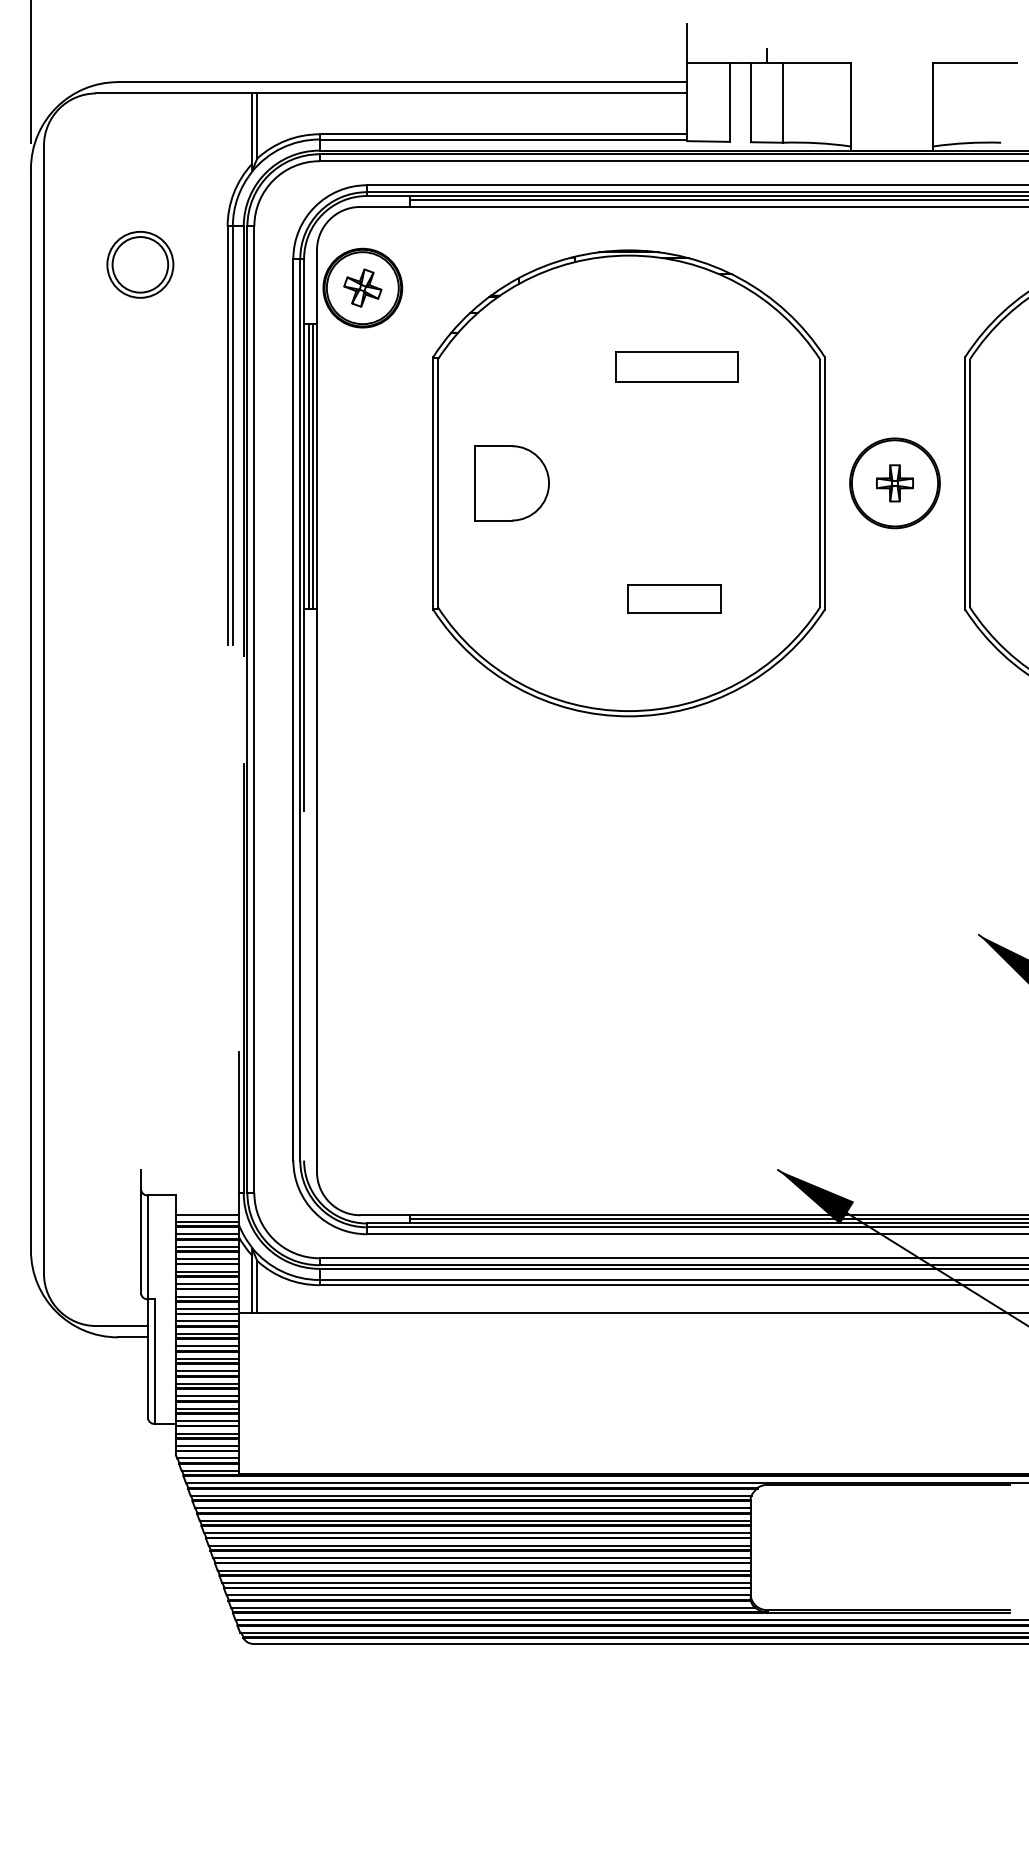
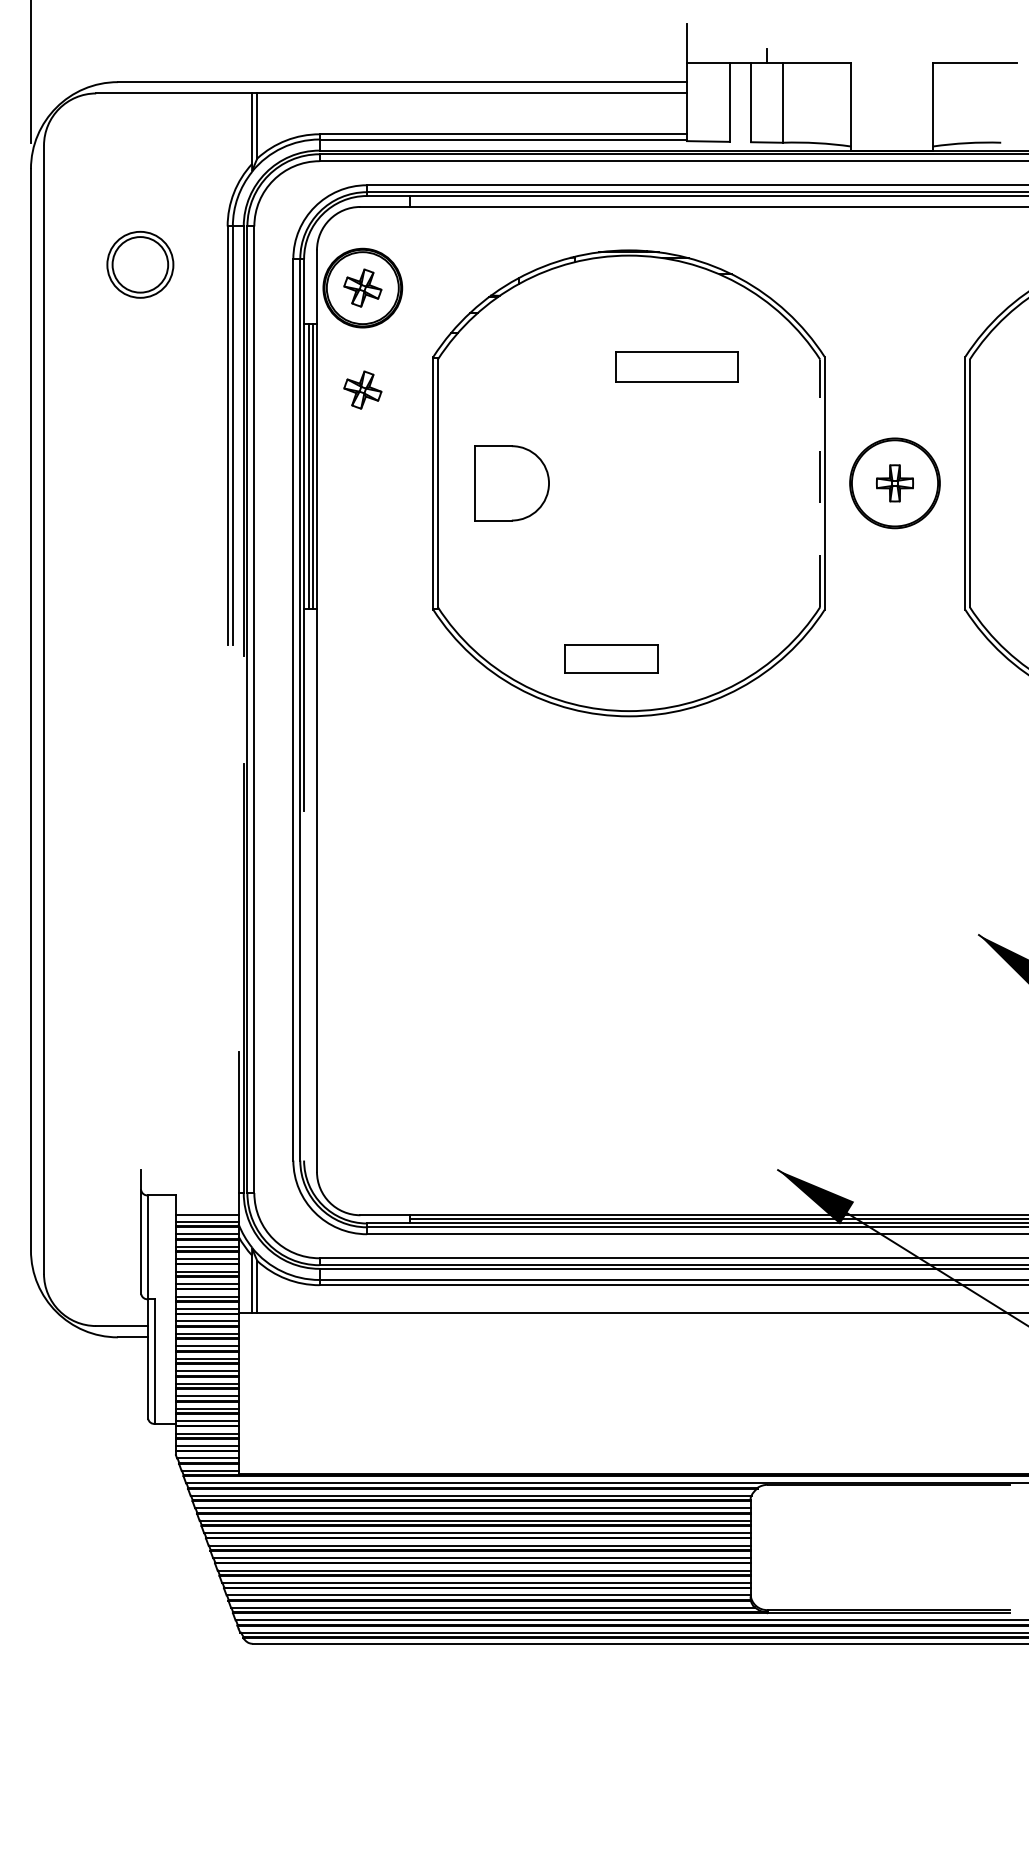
line at (717, 200): present -> none
part at (362, 389): none -> present
line at (820, 483): solid -> dashed
part at (674, 598) position: (674, 598) -> (611, 658)
